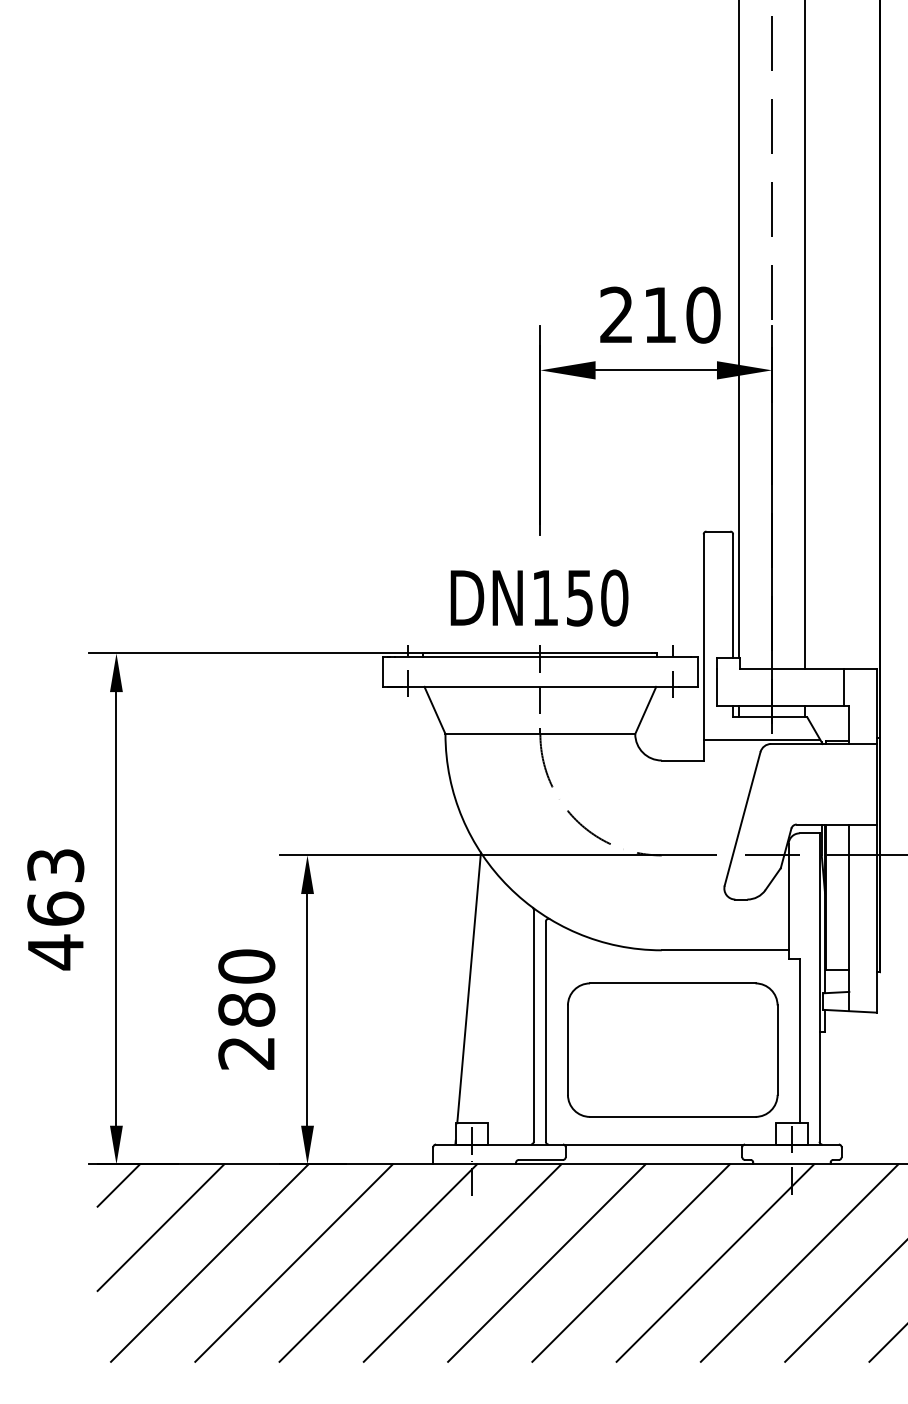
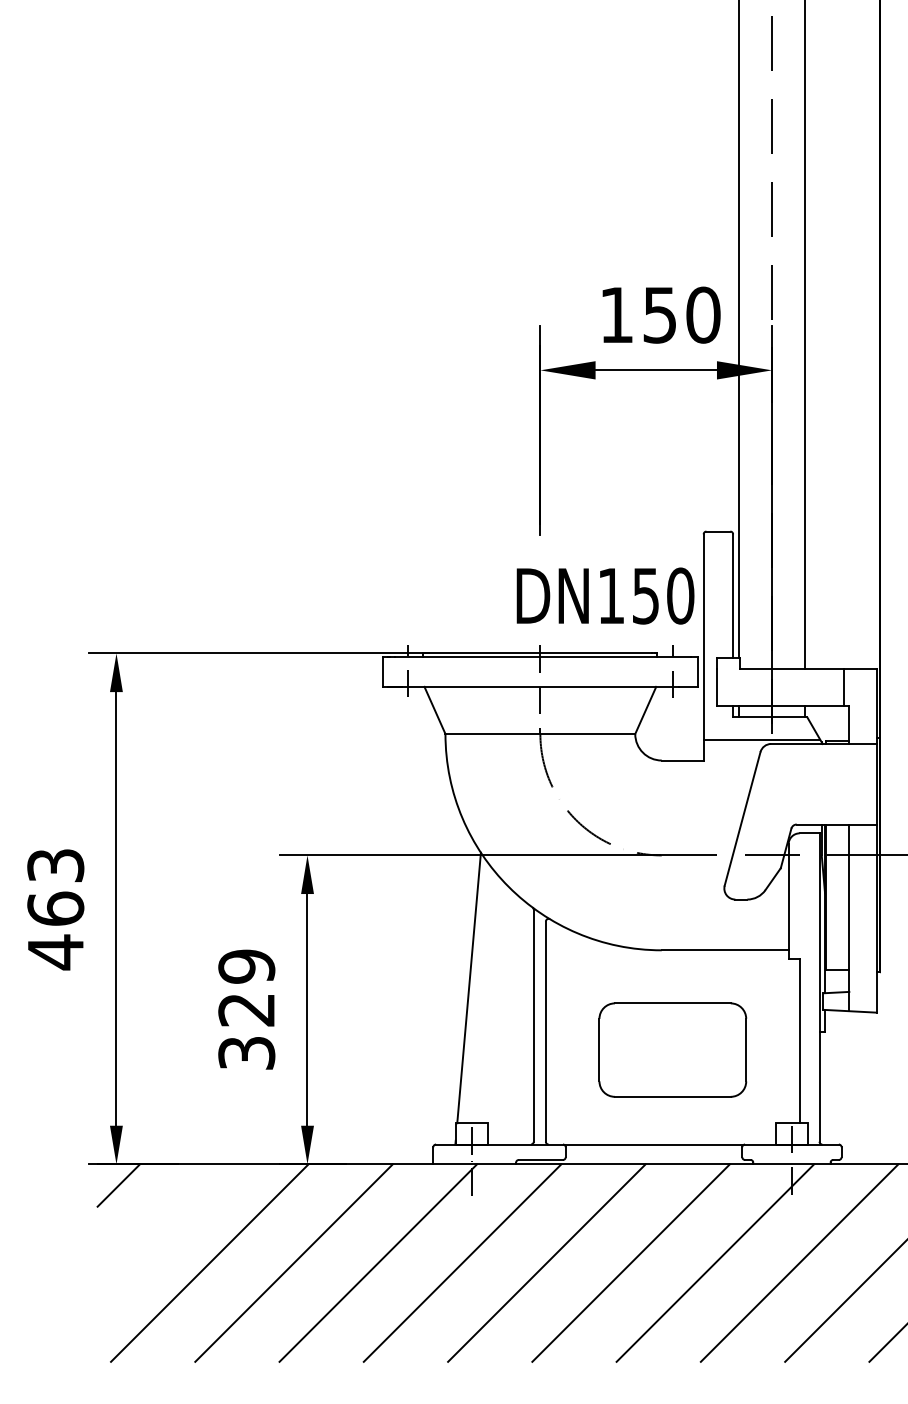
text at (637, 314): 210 -> 150
text at (539, 597) position: (539, 597) -> (605, 595)
text at (246, 1009): 280 -> 329
part at (672, 1049) size: 212x136 px -> 150x96 px
line at (160, 1227): present -> none
